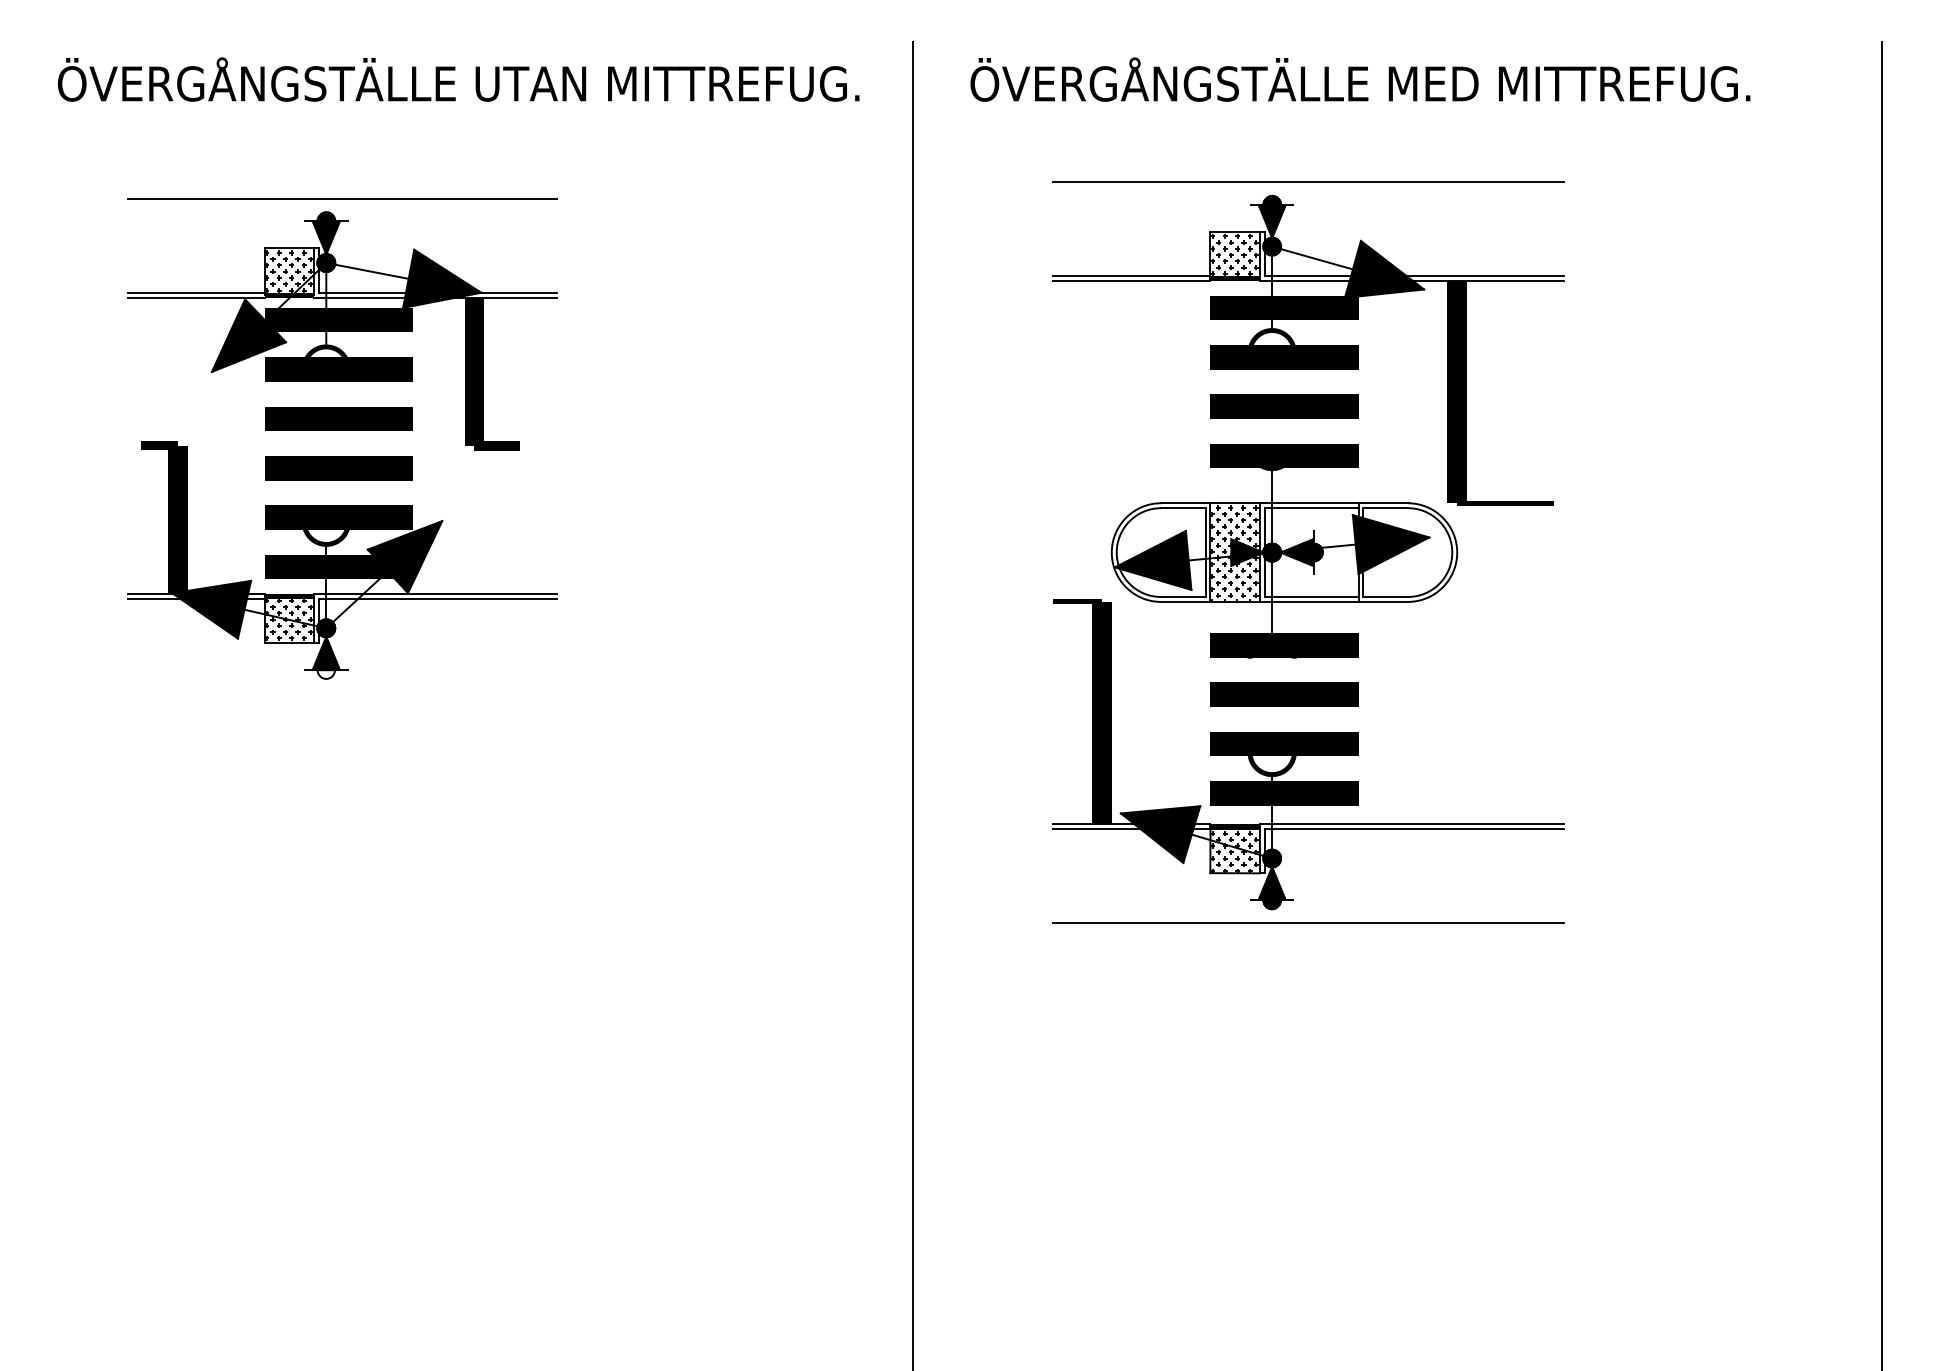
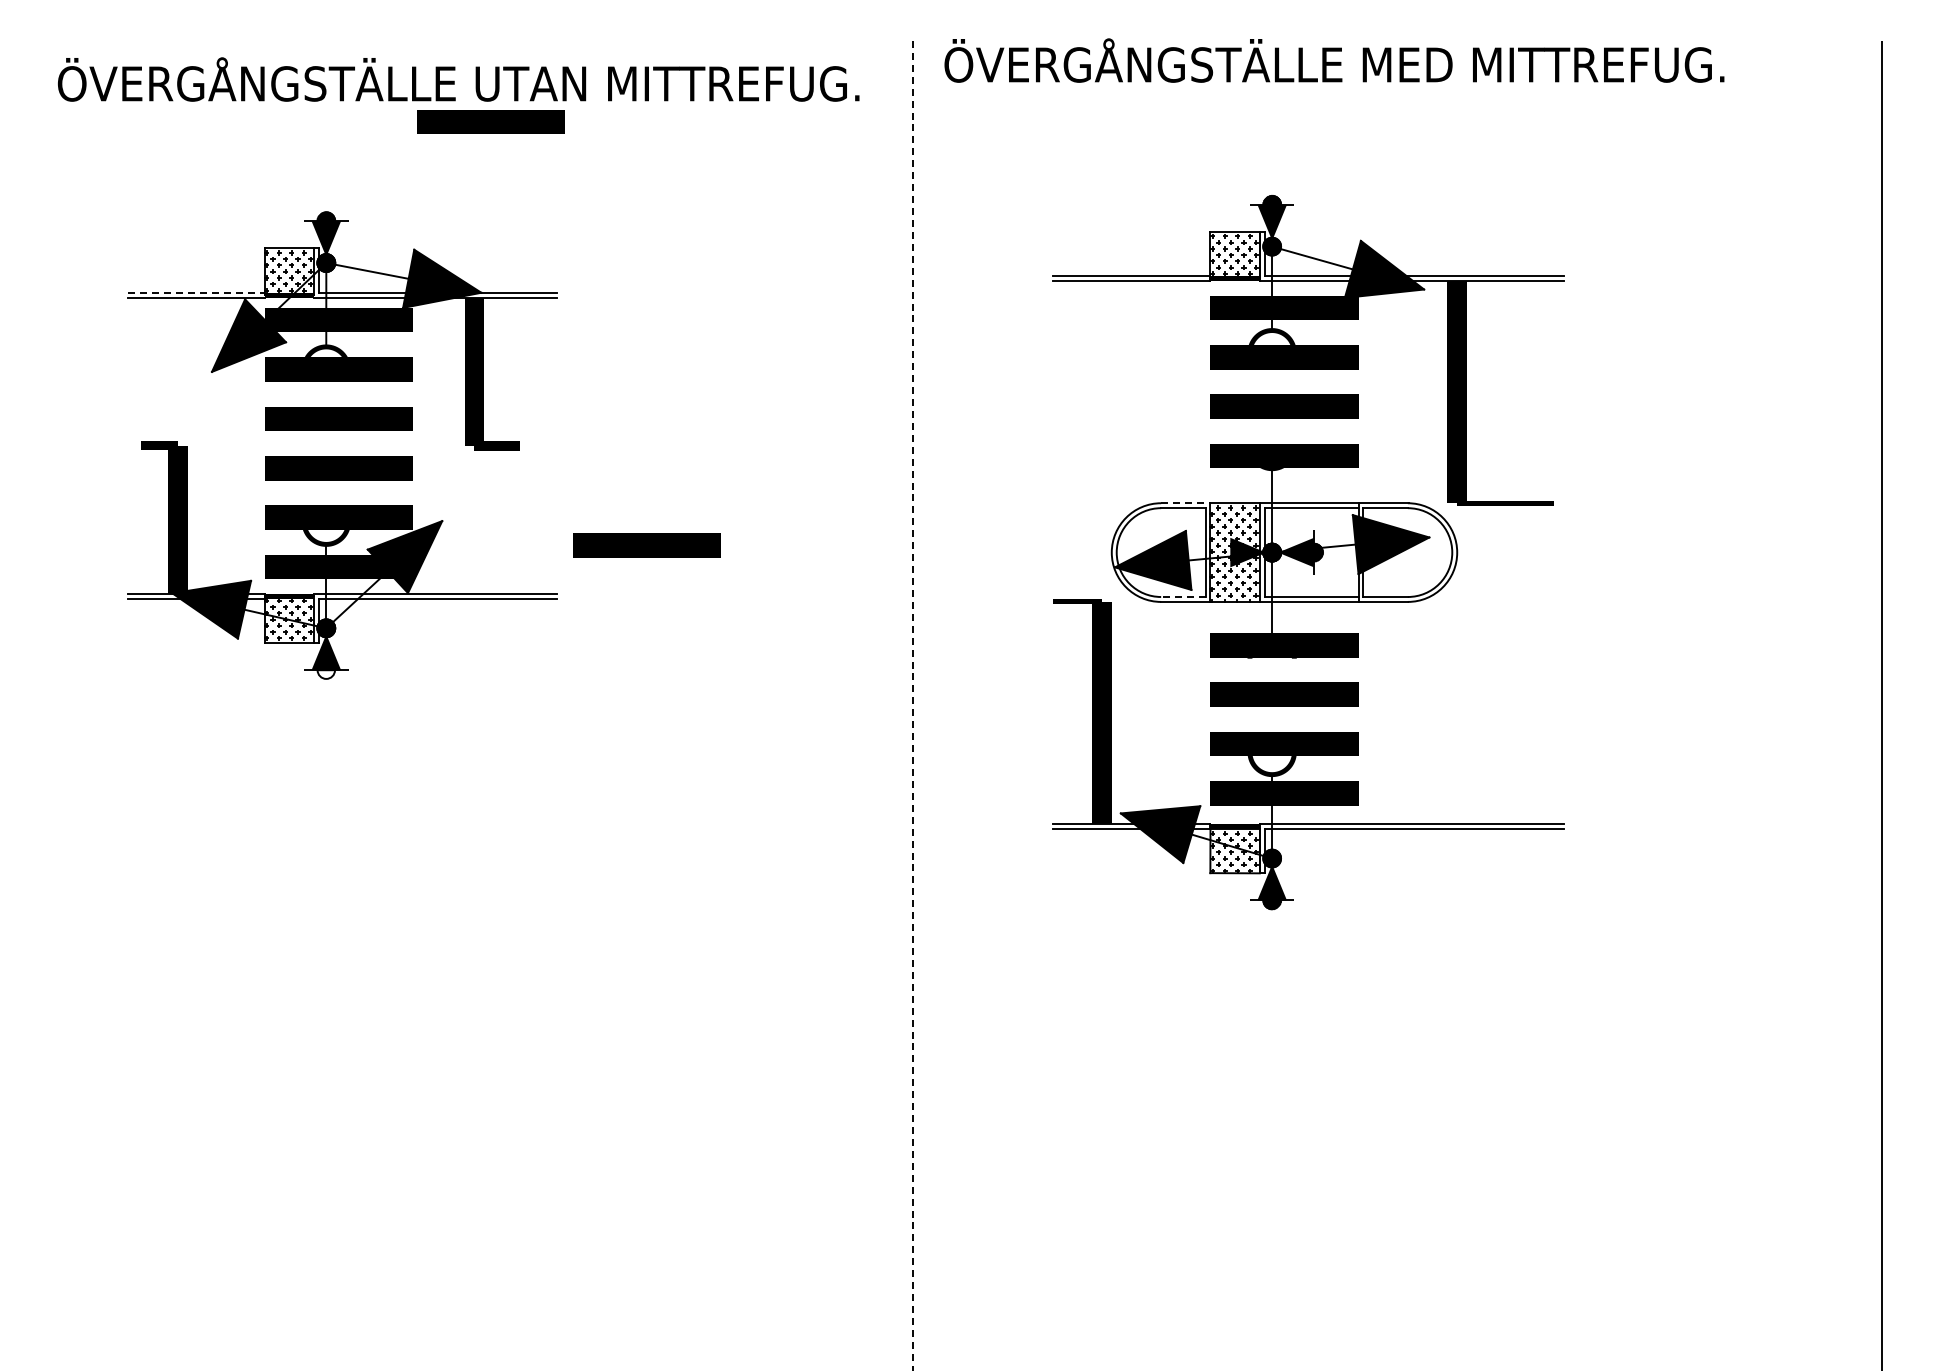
text at (1360, 79) position: (1360, 79) -> (1334, 60)
line at (490, 121): none -> present
line at (1308, 182): present -> none
line at (342, 199): present -> none
line at (196, 292): solid -> dashed
line at (1185, 503): solid -> dashed
line at (646, 545): none -> present
line at (1182, 597): solid -> dashed
line at (912, 705): solid -> dashed
line at (1308, 922): present -> none
